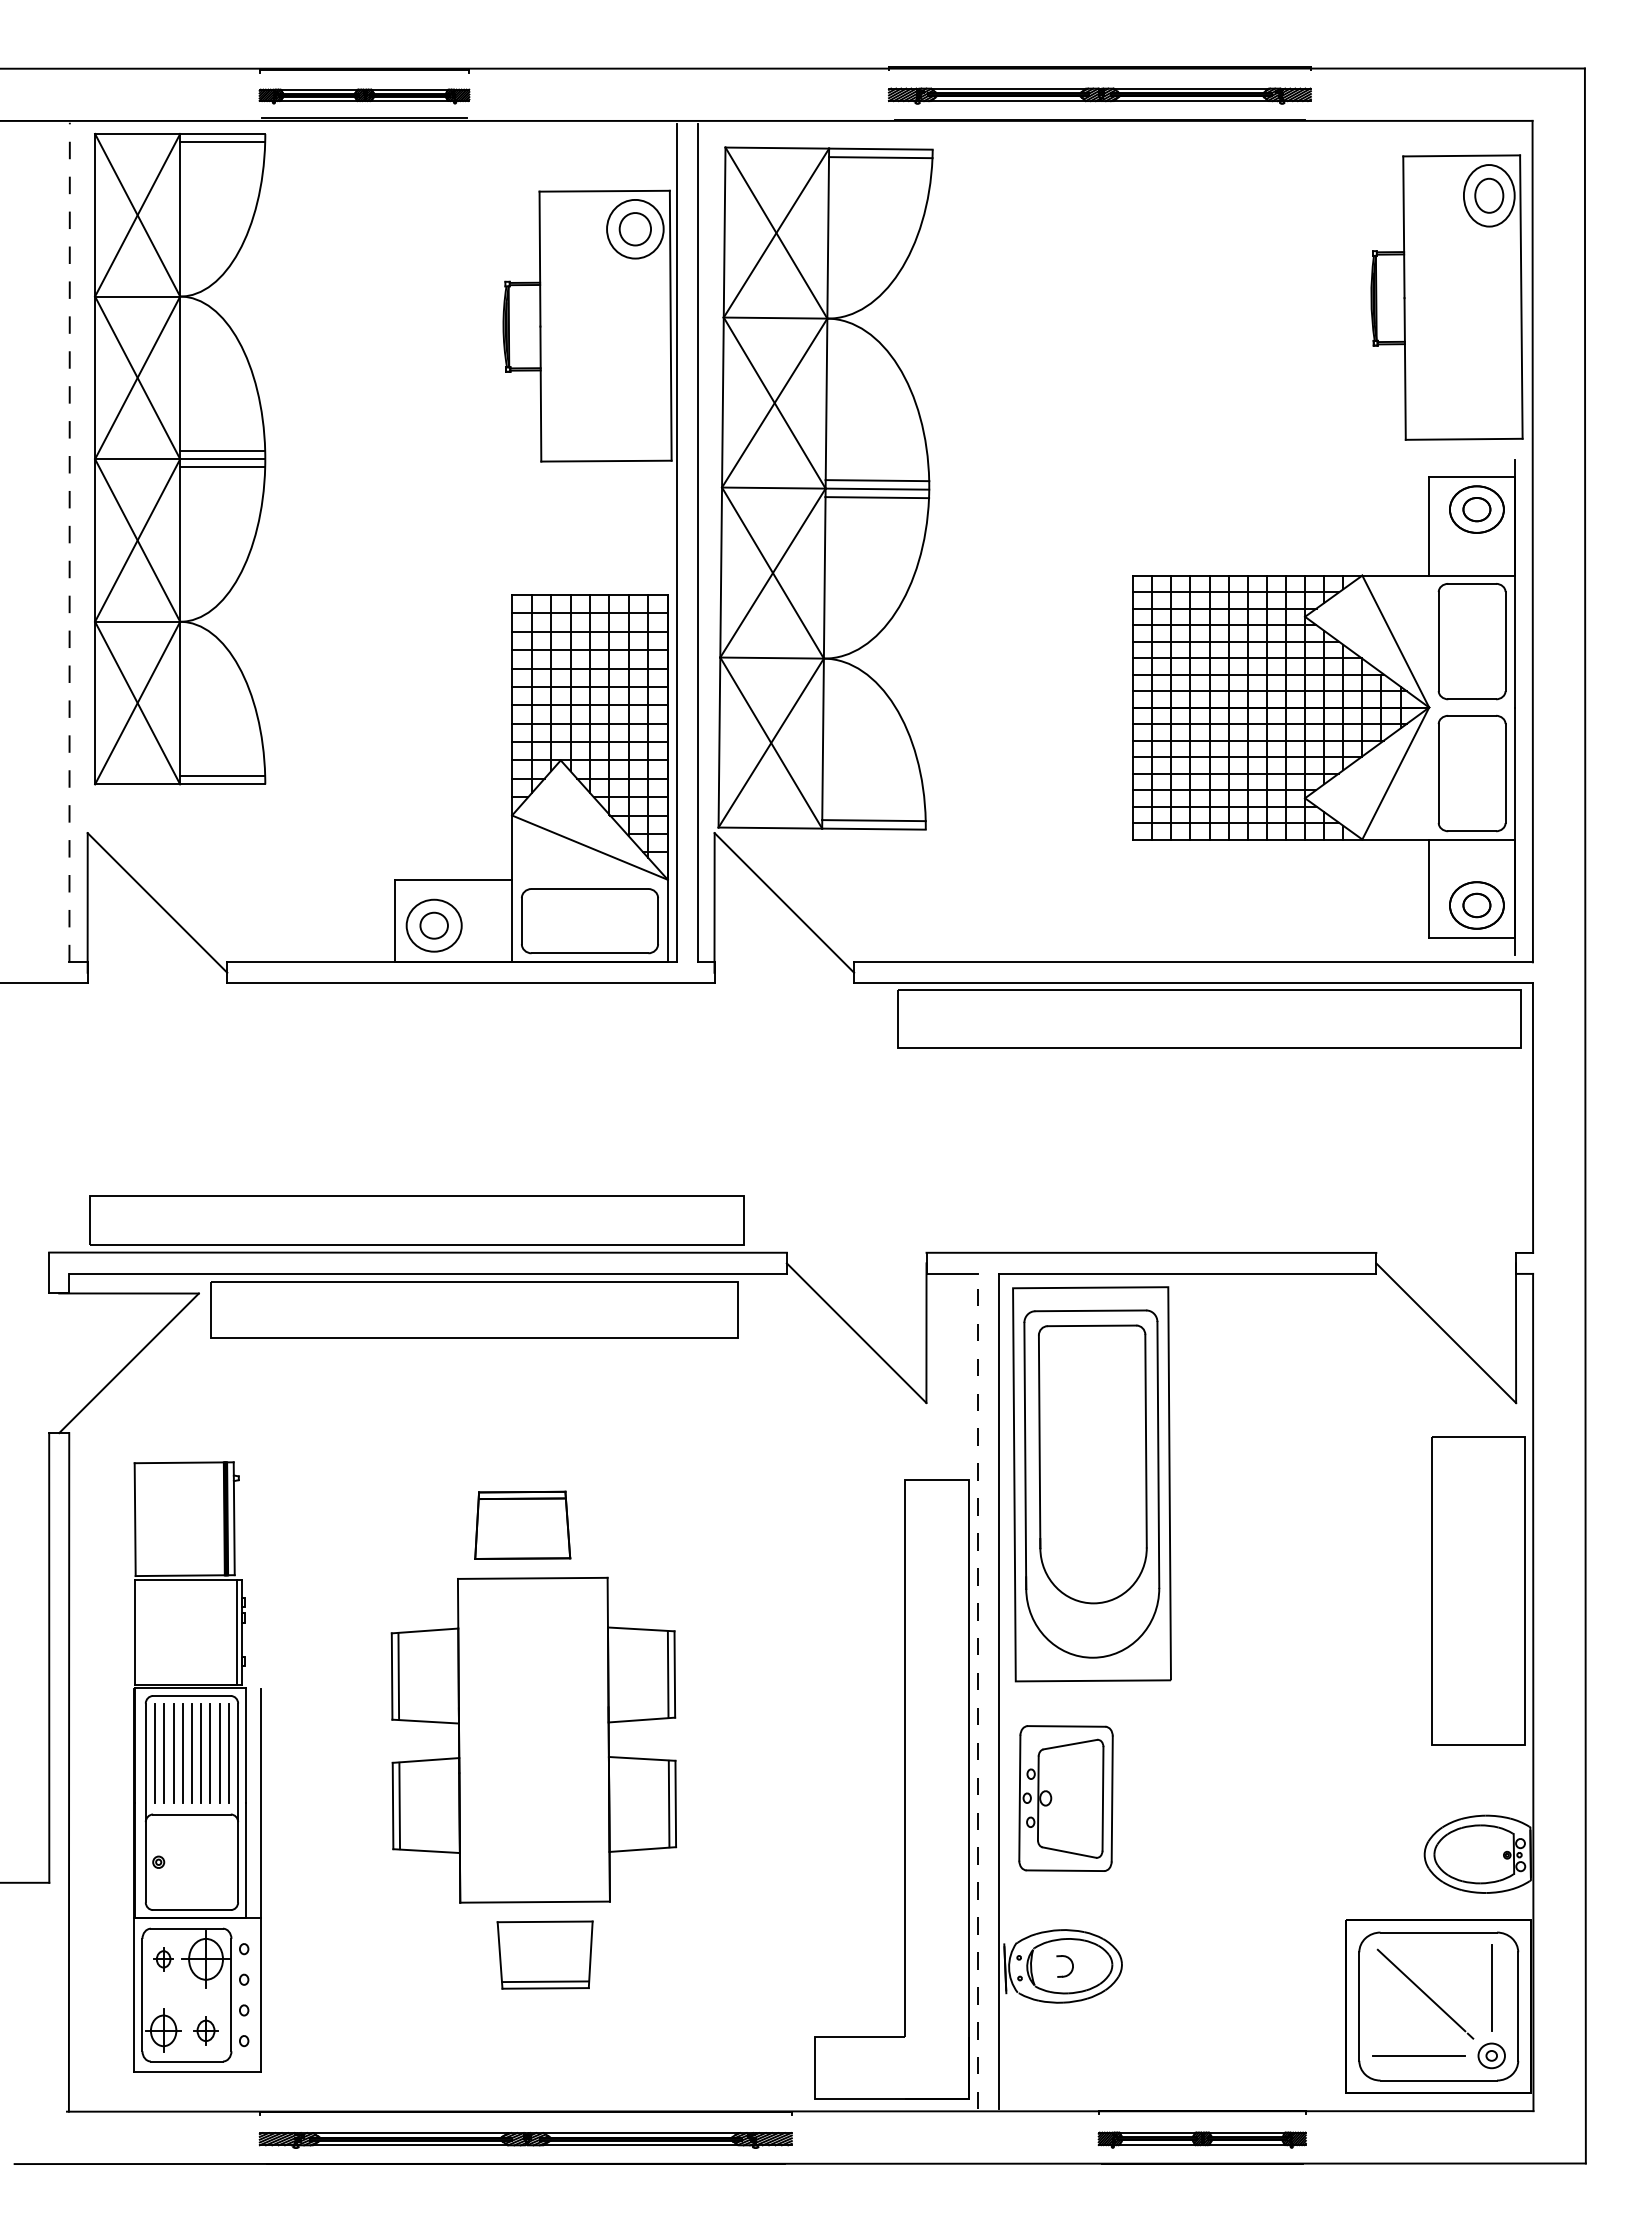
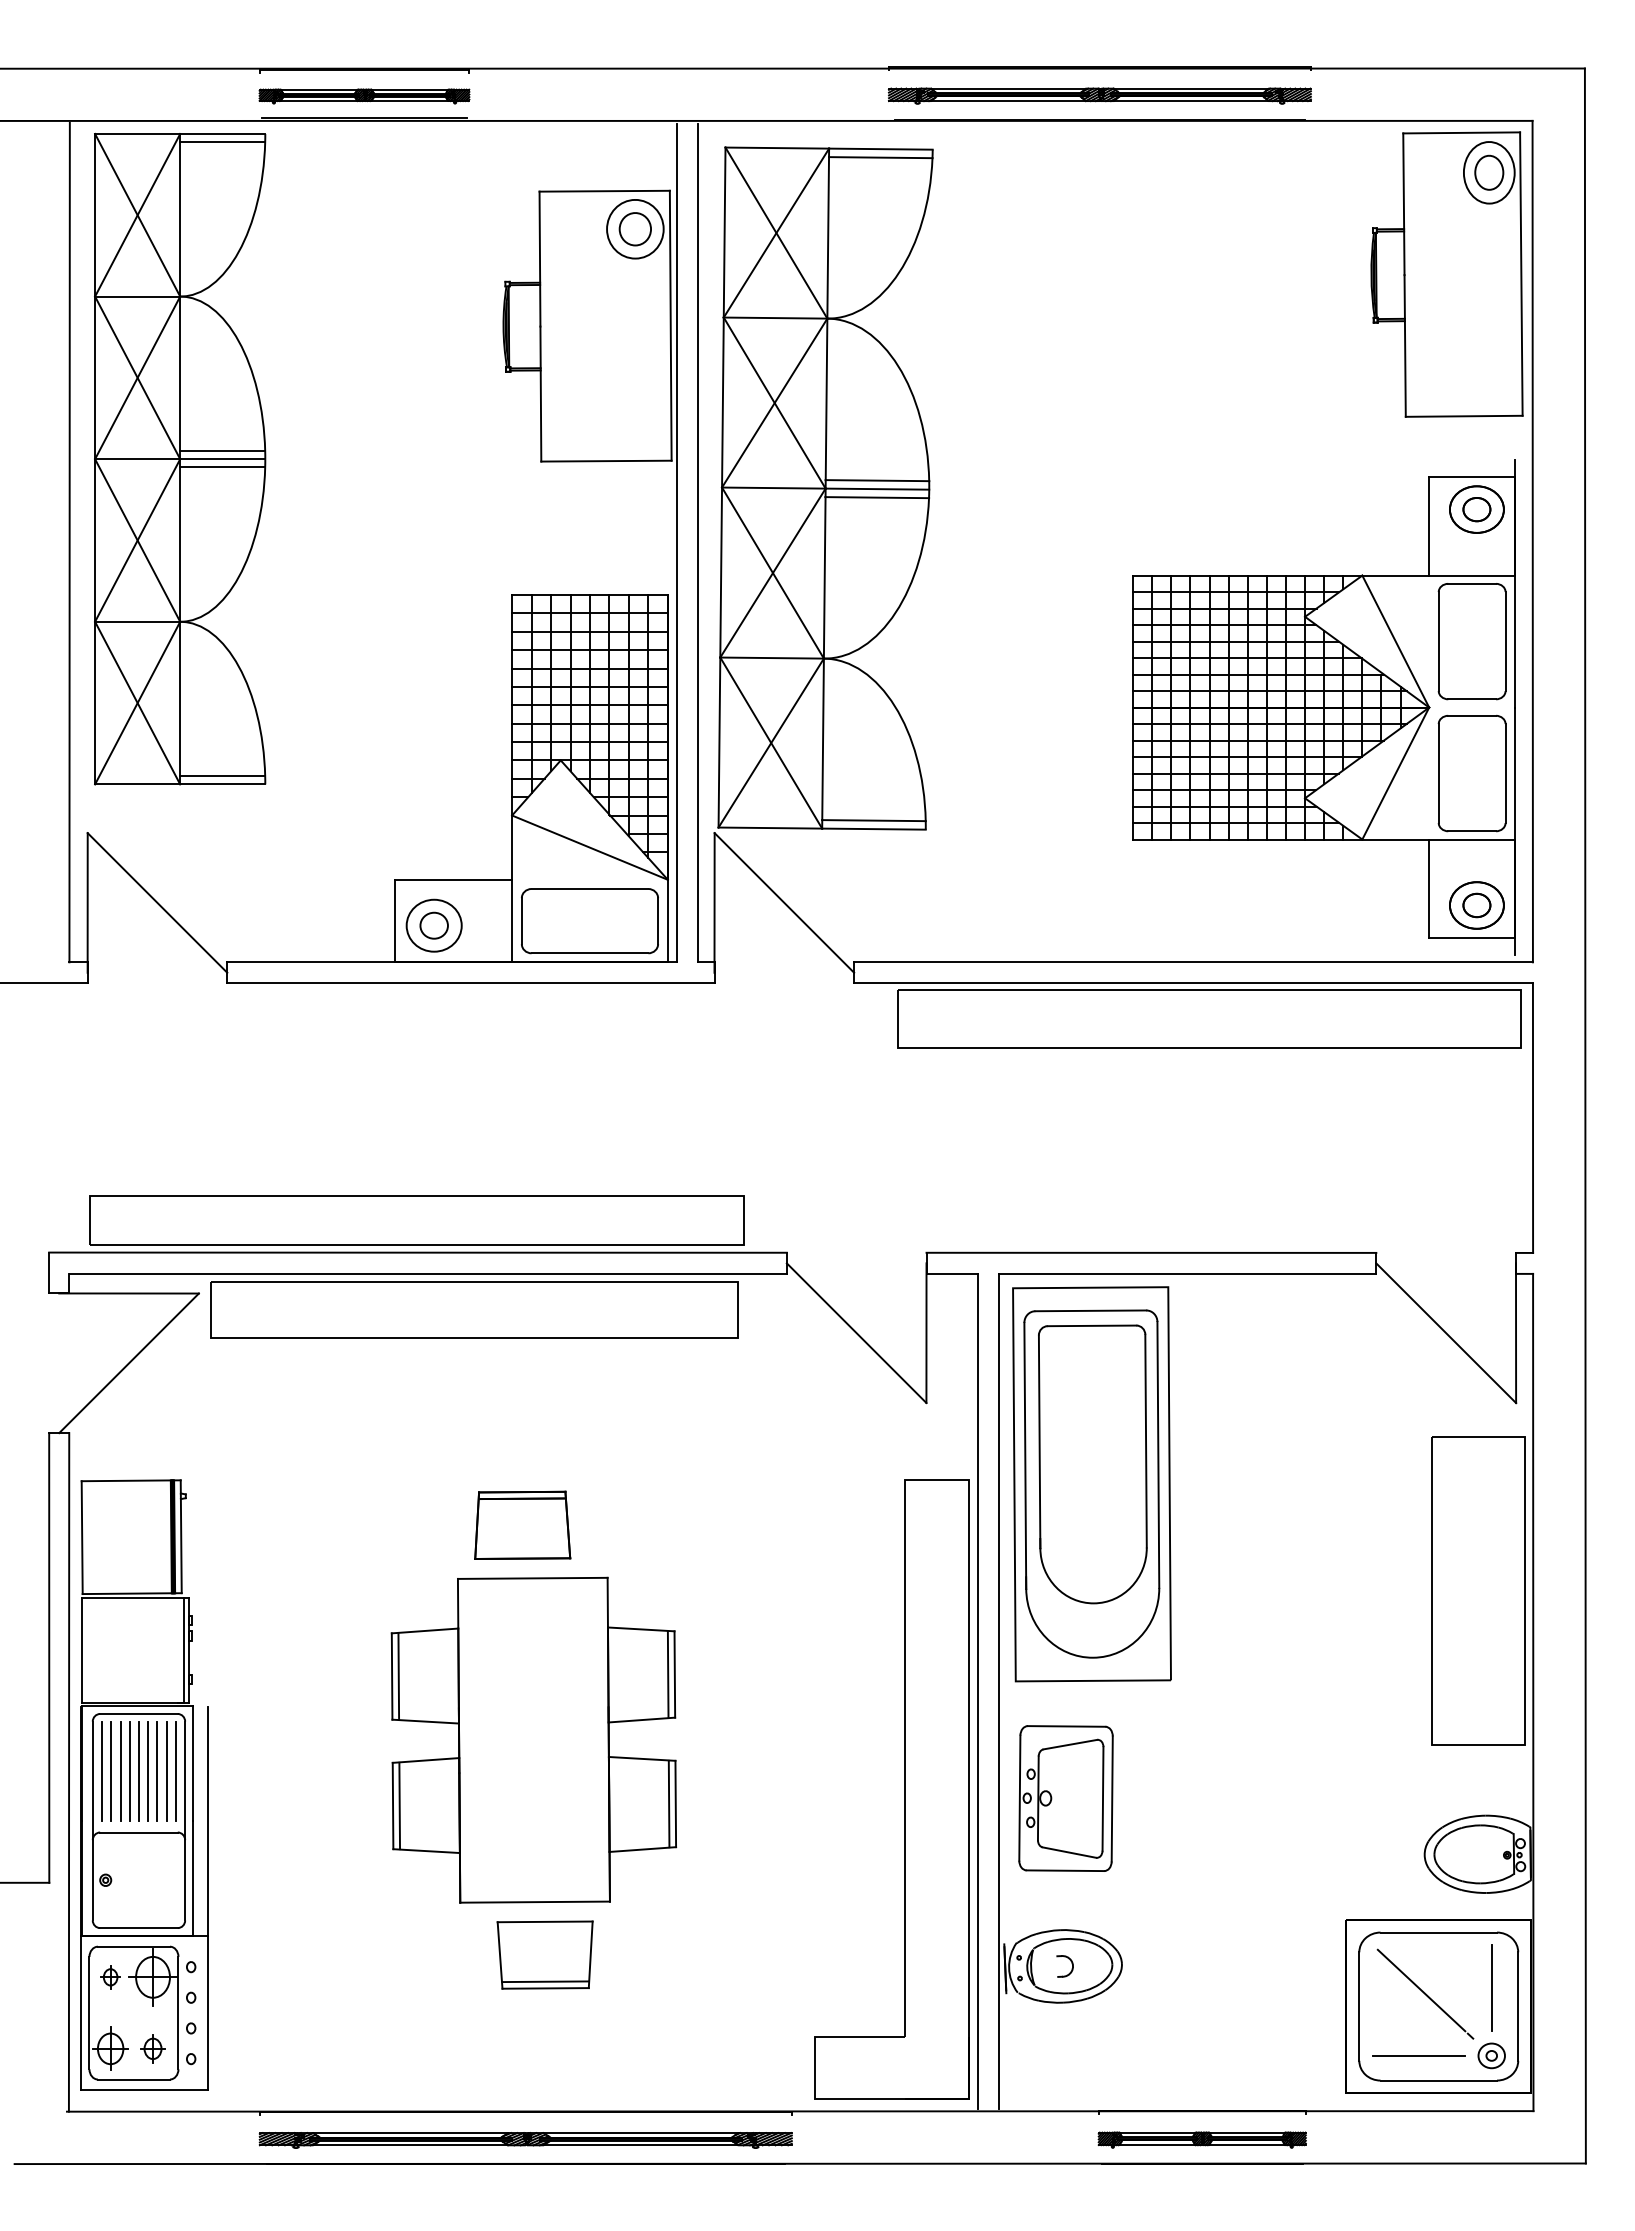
part at (1446, 297) position: (1446, 297) -> (1446, 274)
line at (69, 542): dashed -> solid
line at (978, 1691): dashed -> solid
part at (197, 1766) position: (197, 1766) -> (144, 1784)
